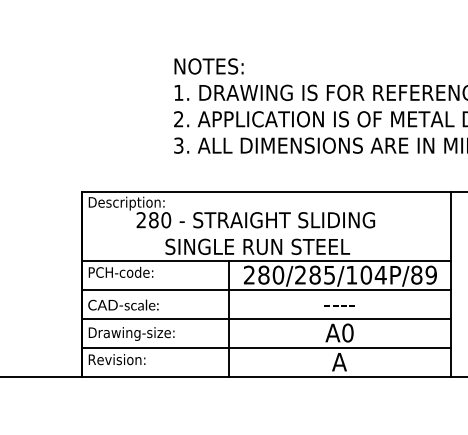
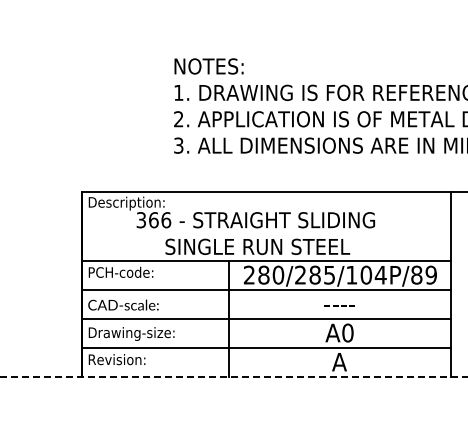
text at (153, 220): 280 -> 366
line at (233, 376): solid -> dashed
